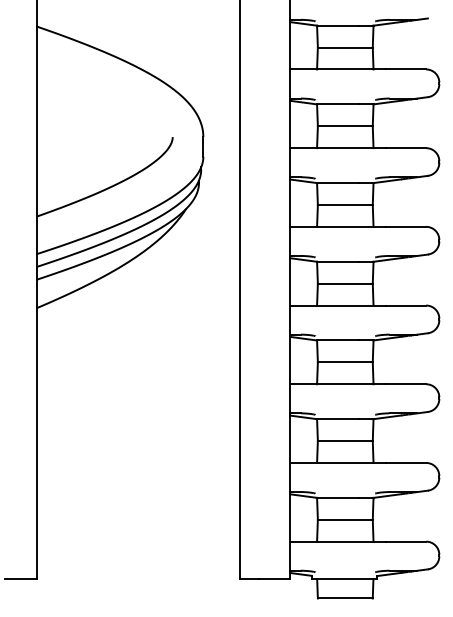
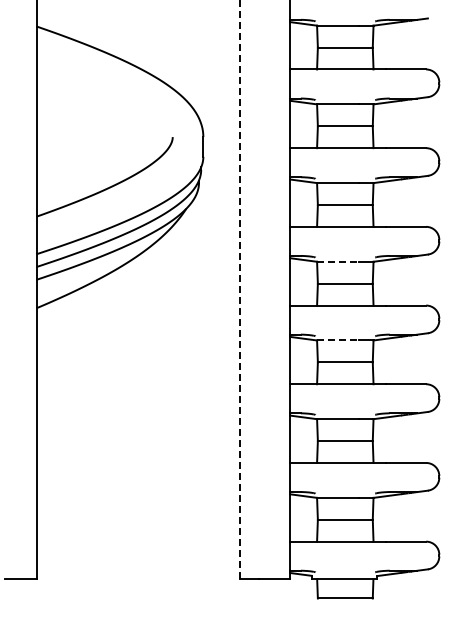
line at (338, 261): solid -> dashed
line at (240, 289): solid -> dashed
line at (338, 340): solid -> dashed
